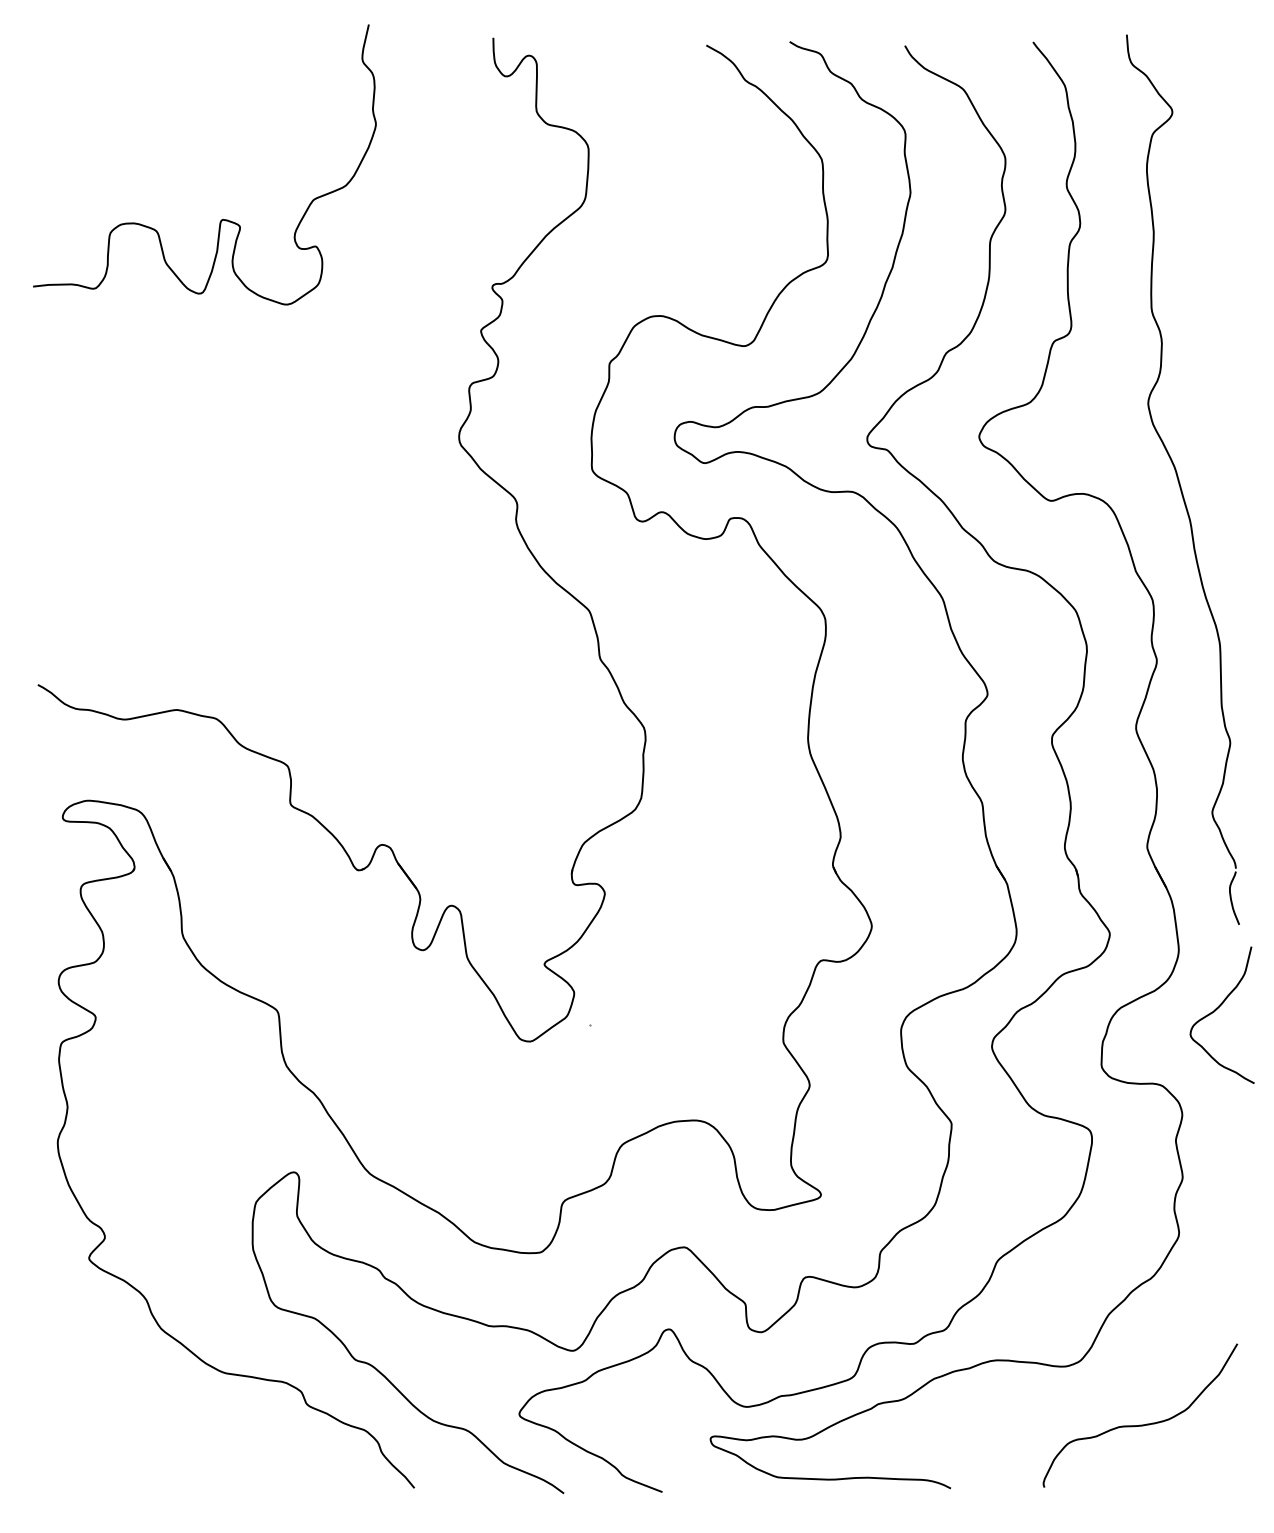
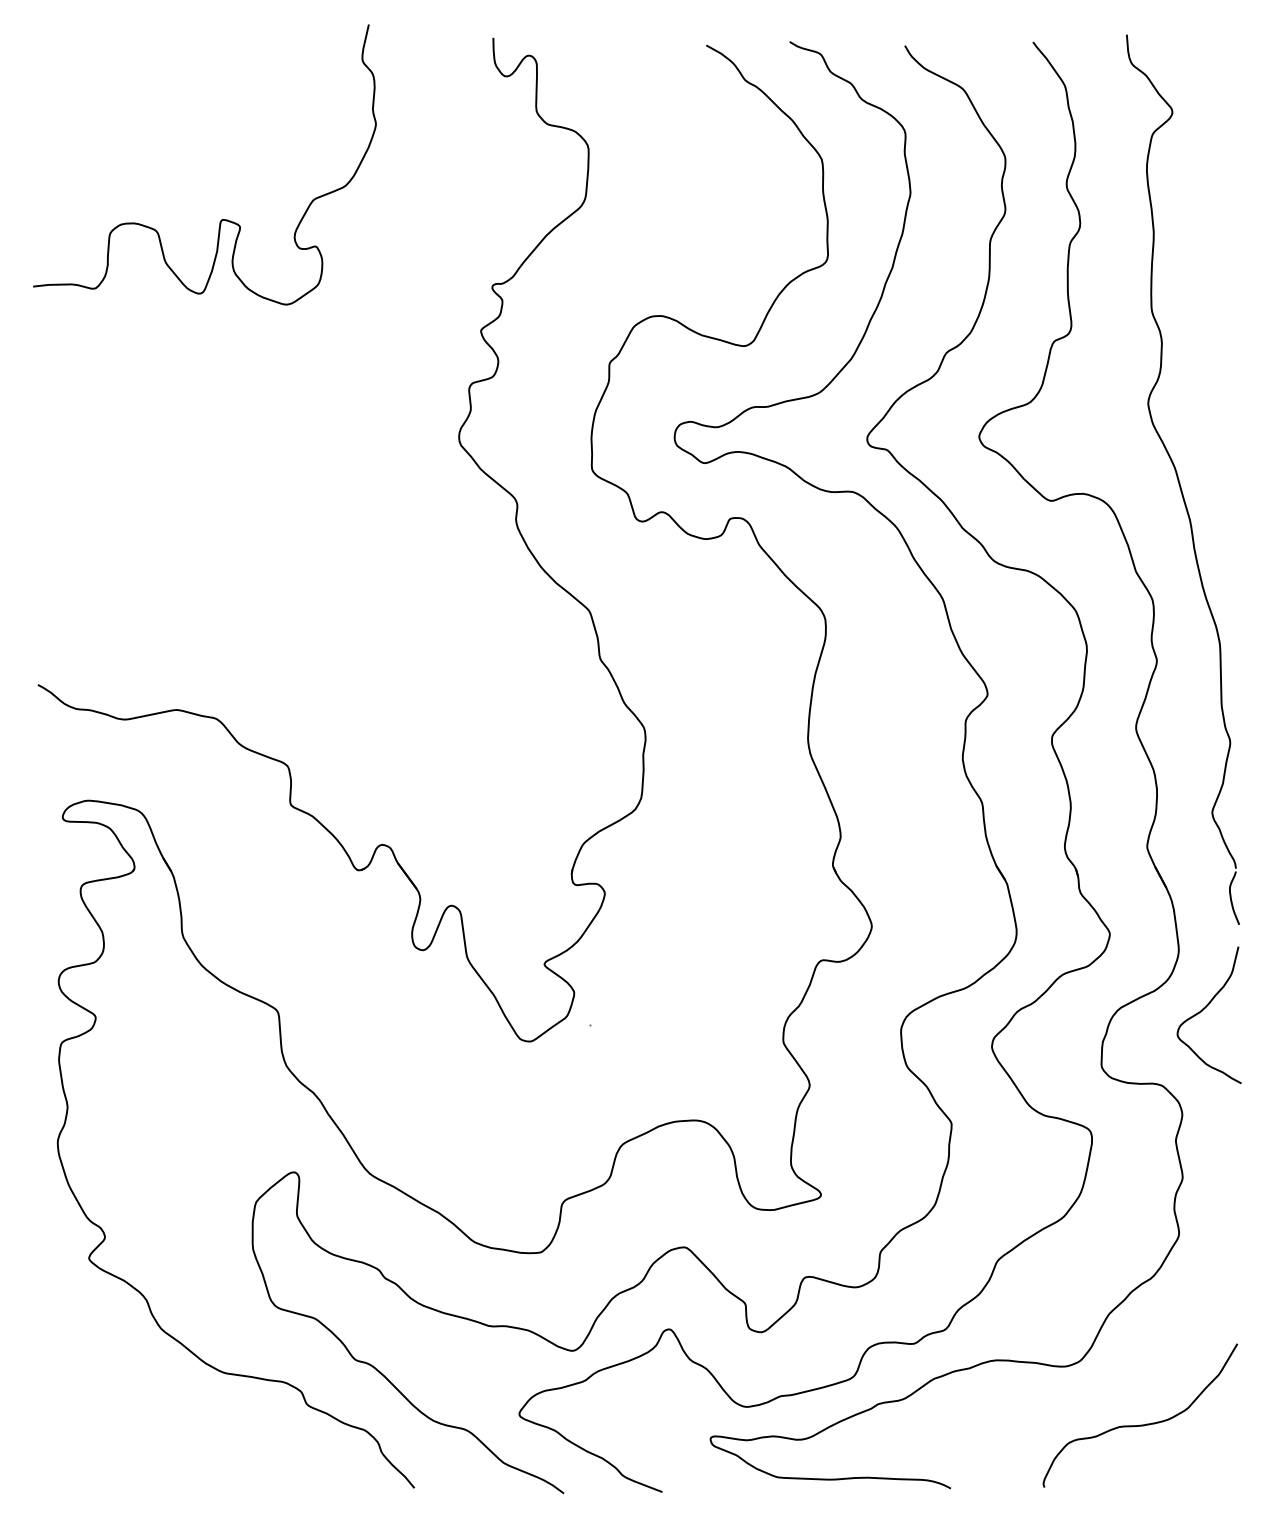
curve at (1217, 1009) position: (1217, 1009) -> (1204, 1009)
